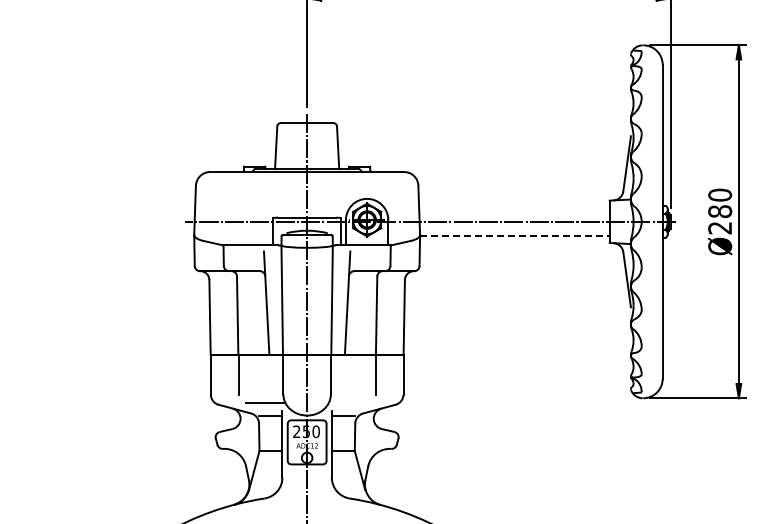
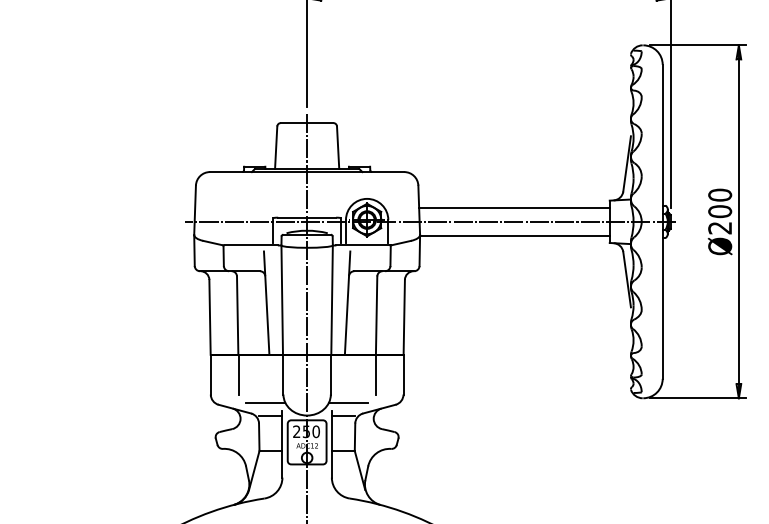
line at (514, 207): none -> present
text at (719, 211): Ø280 -> Ø200
line at (514, 235): dashed -> solid
line at (348, 402): none -> present
